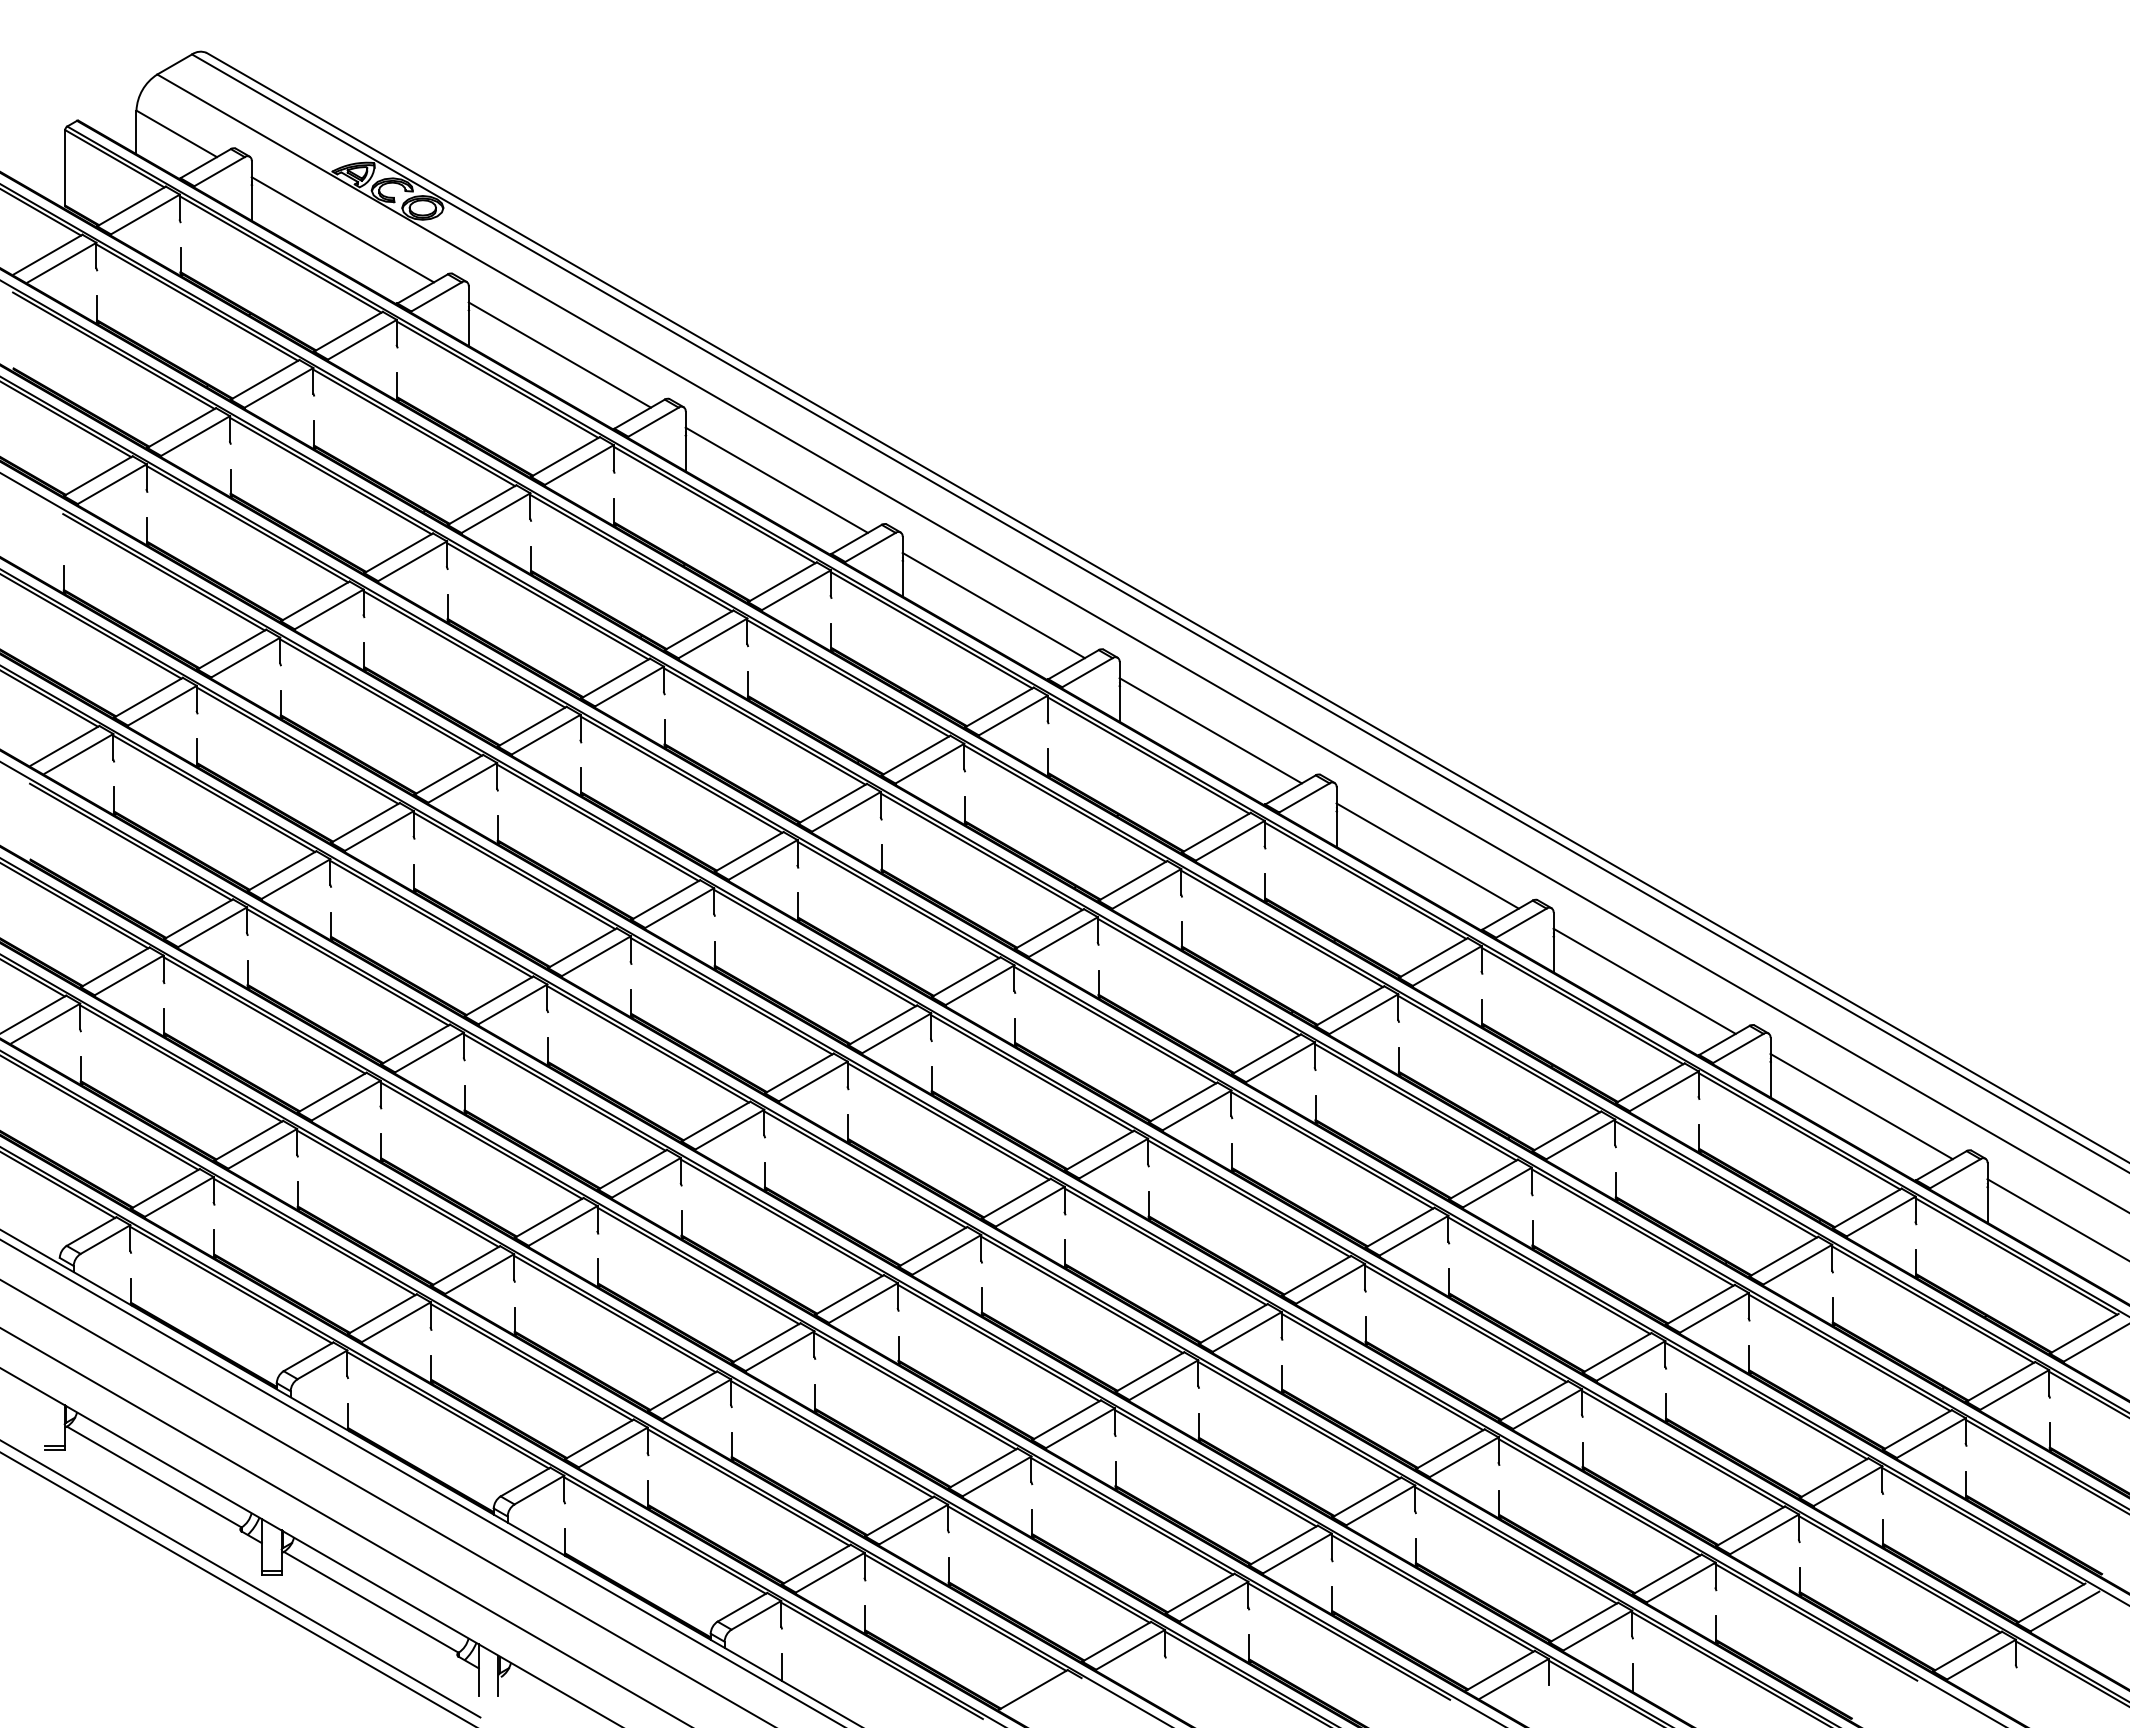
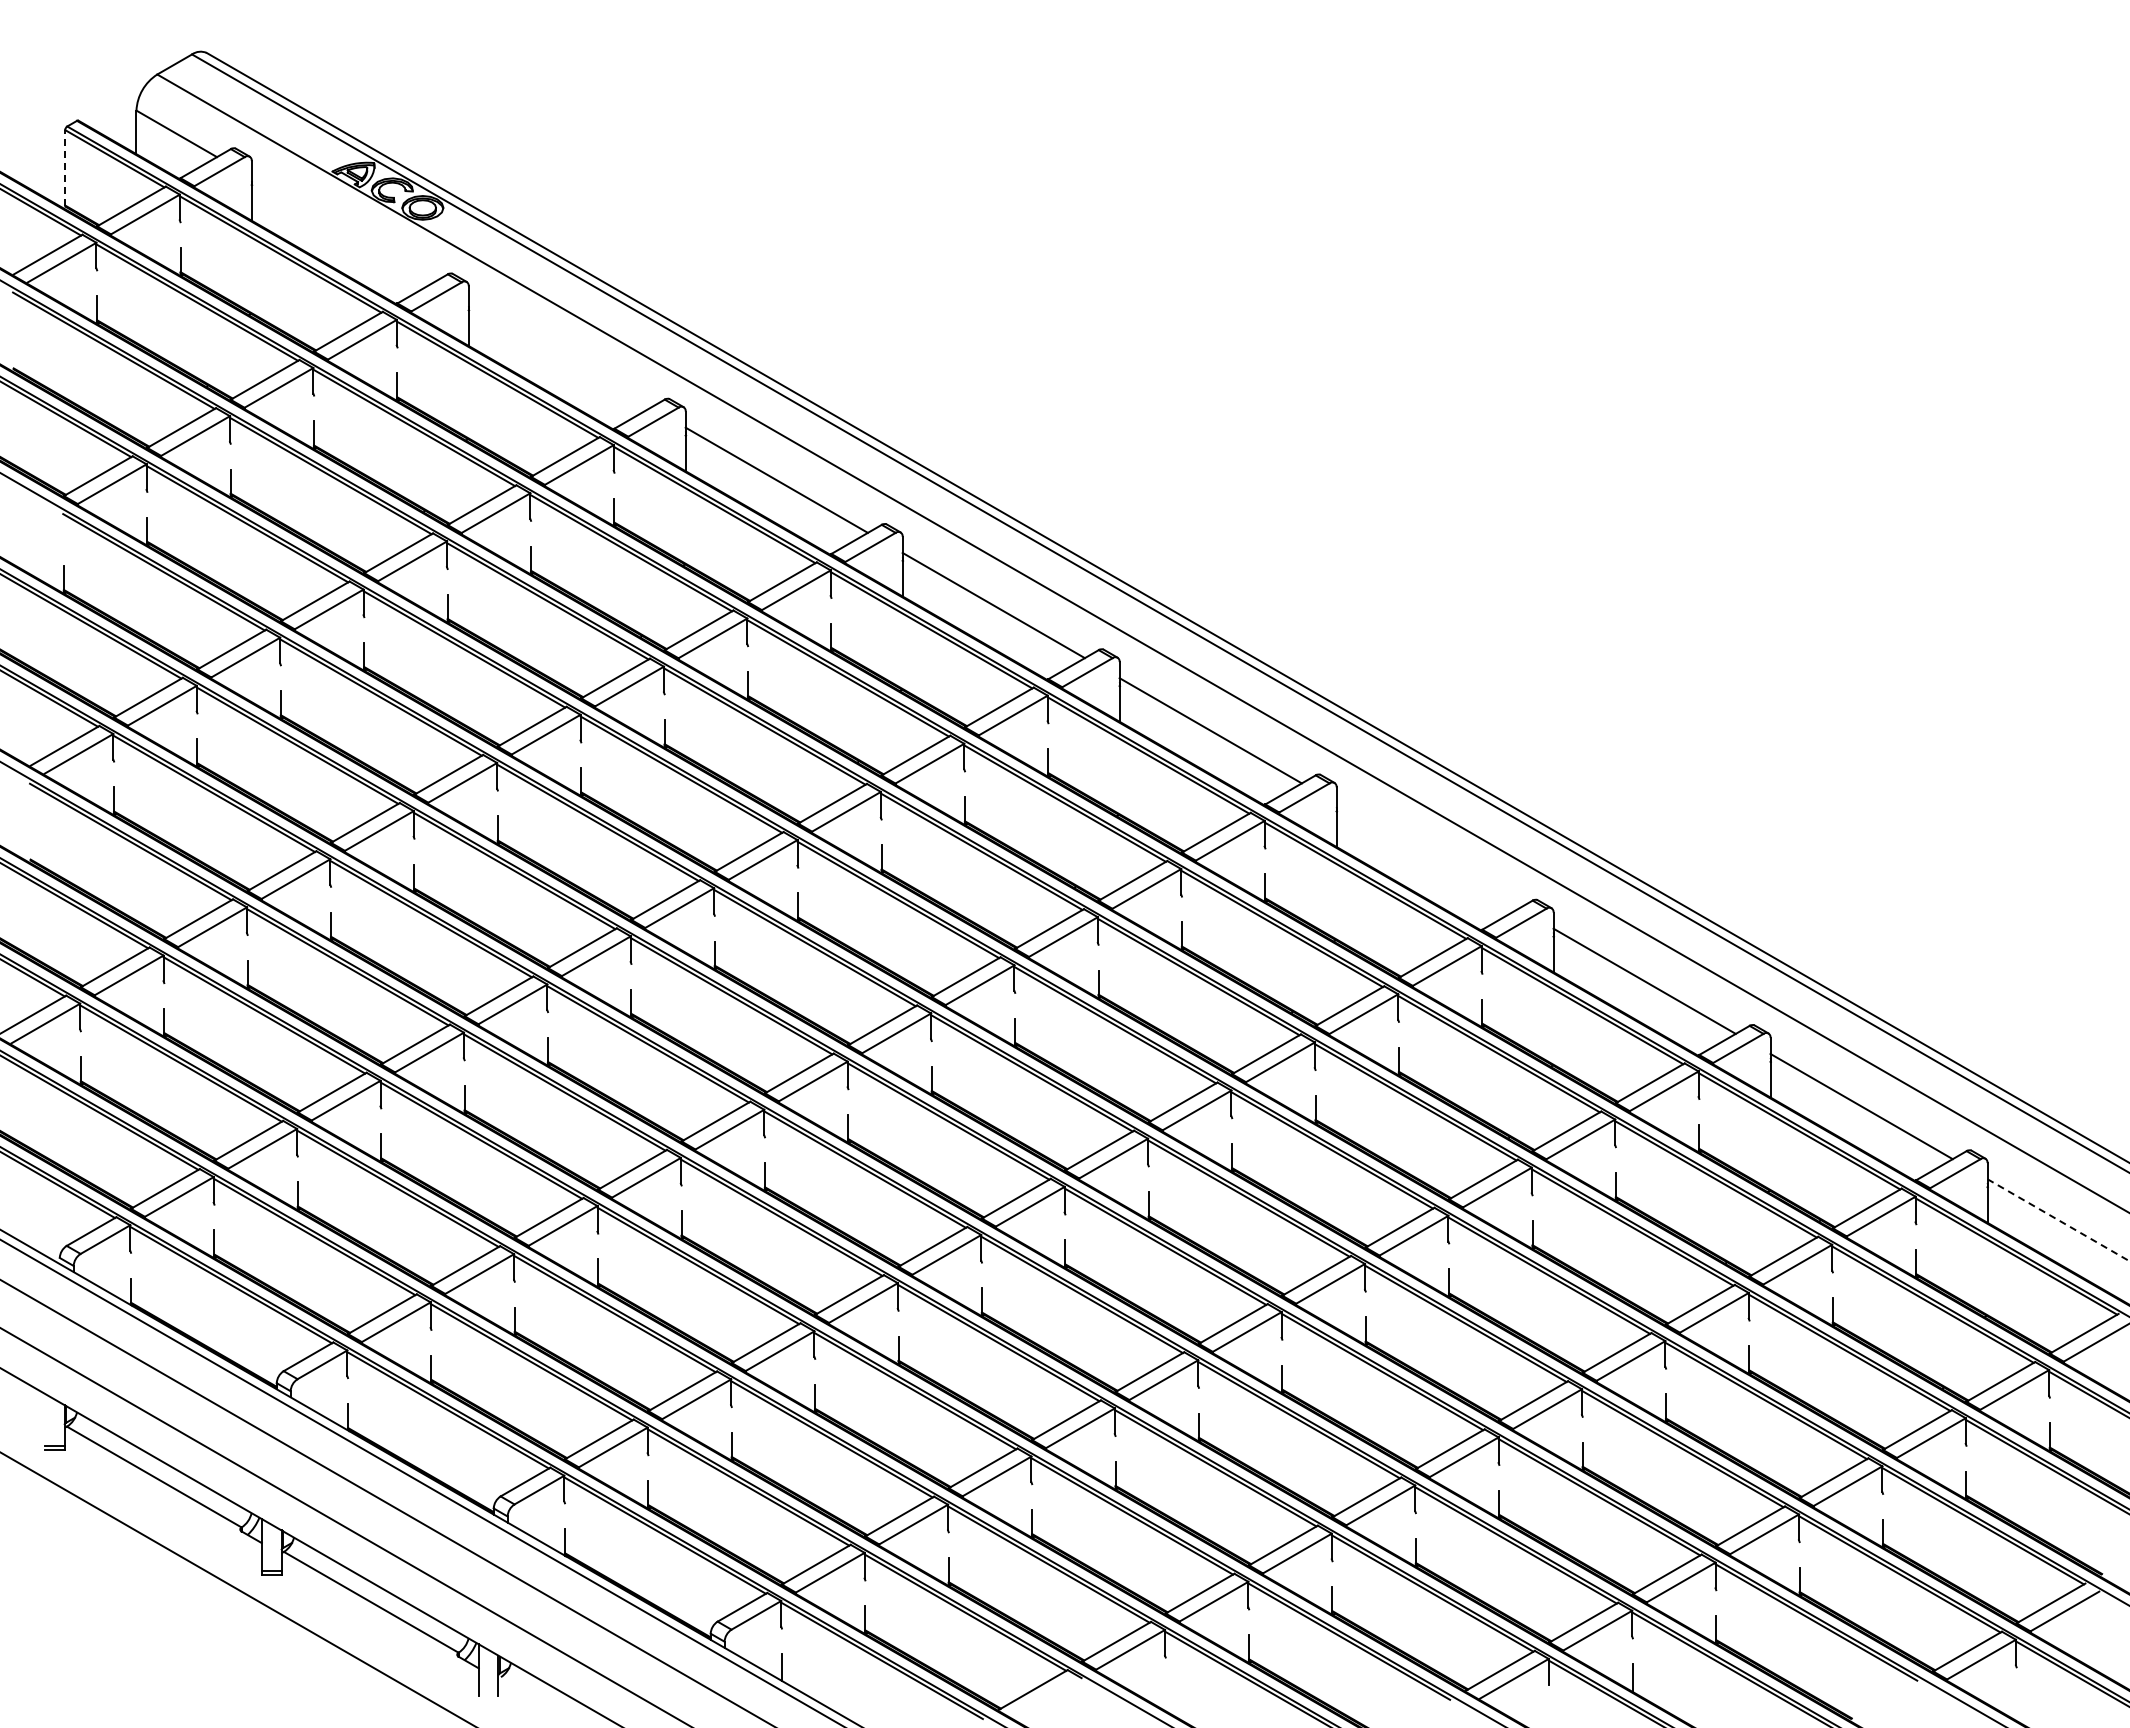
line at (65, 167): solid -> dashed
line at (342, 229): present -> none
line at (559, 354): present -> none
line at (1427, 855): present -> none
line at (2058, 1220): solid -> dashed
line at (241, 1579): present -> none
